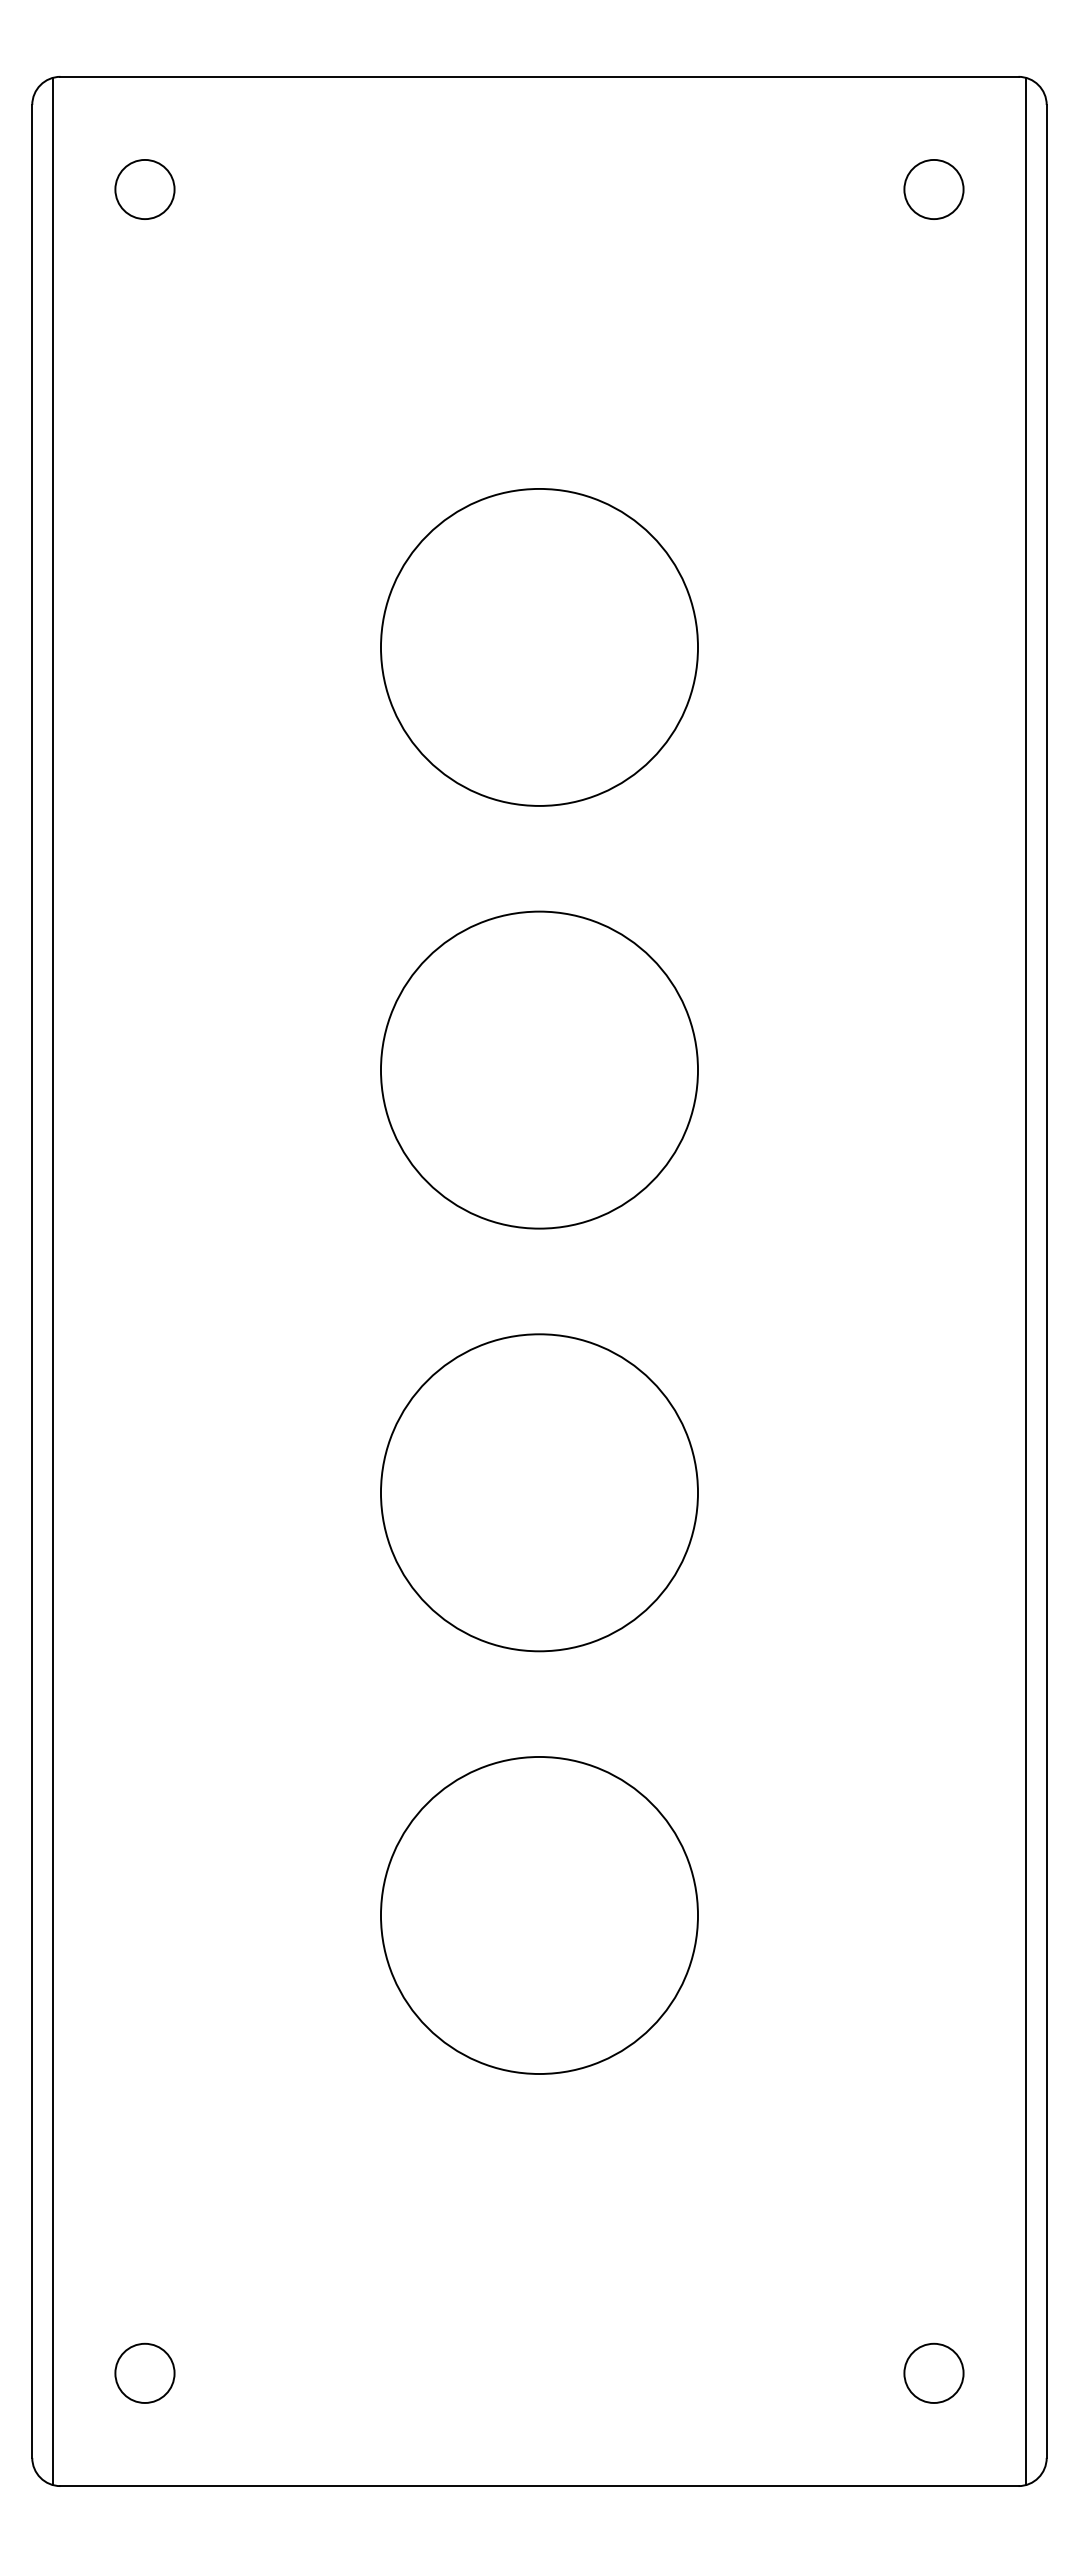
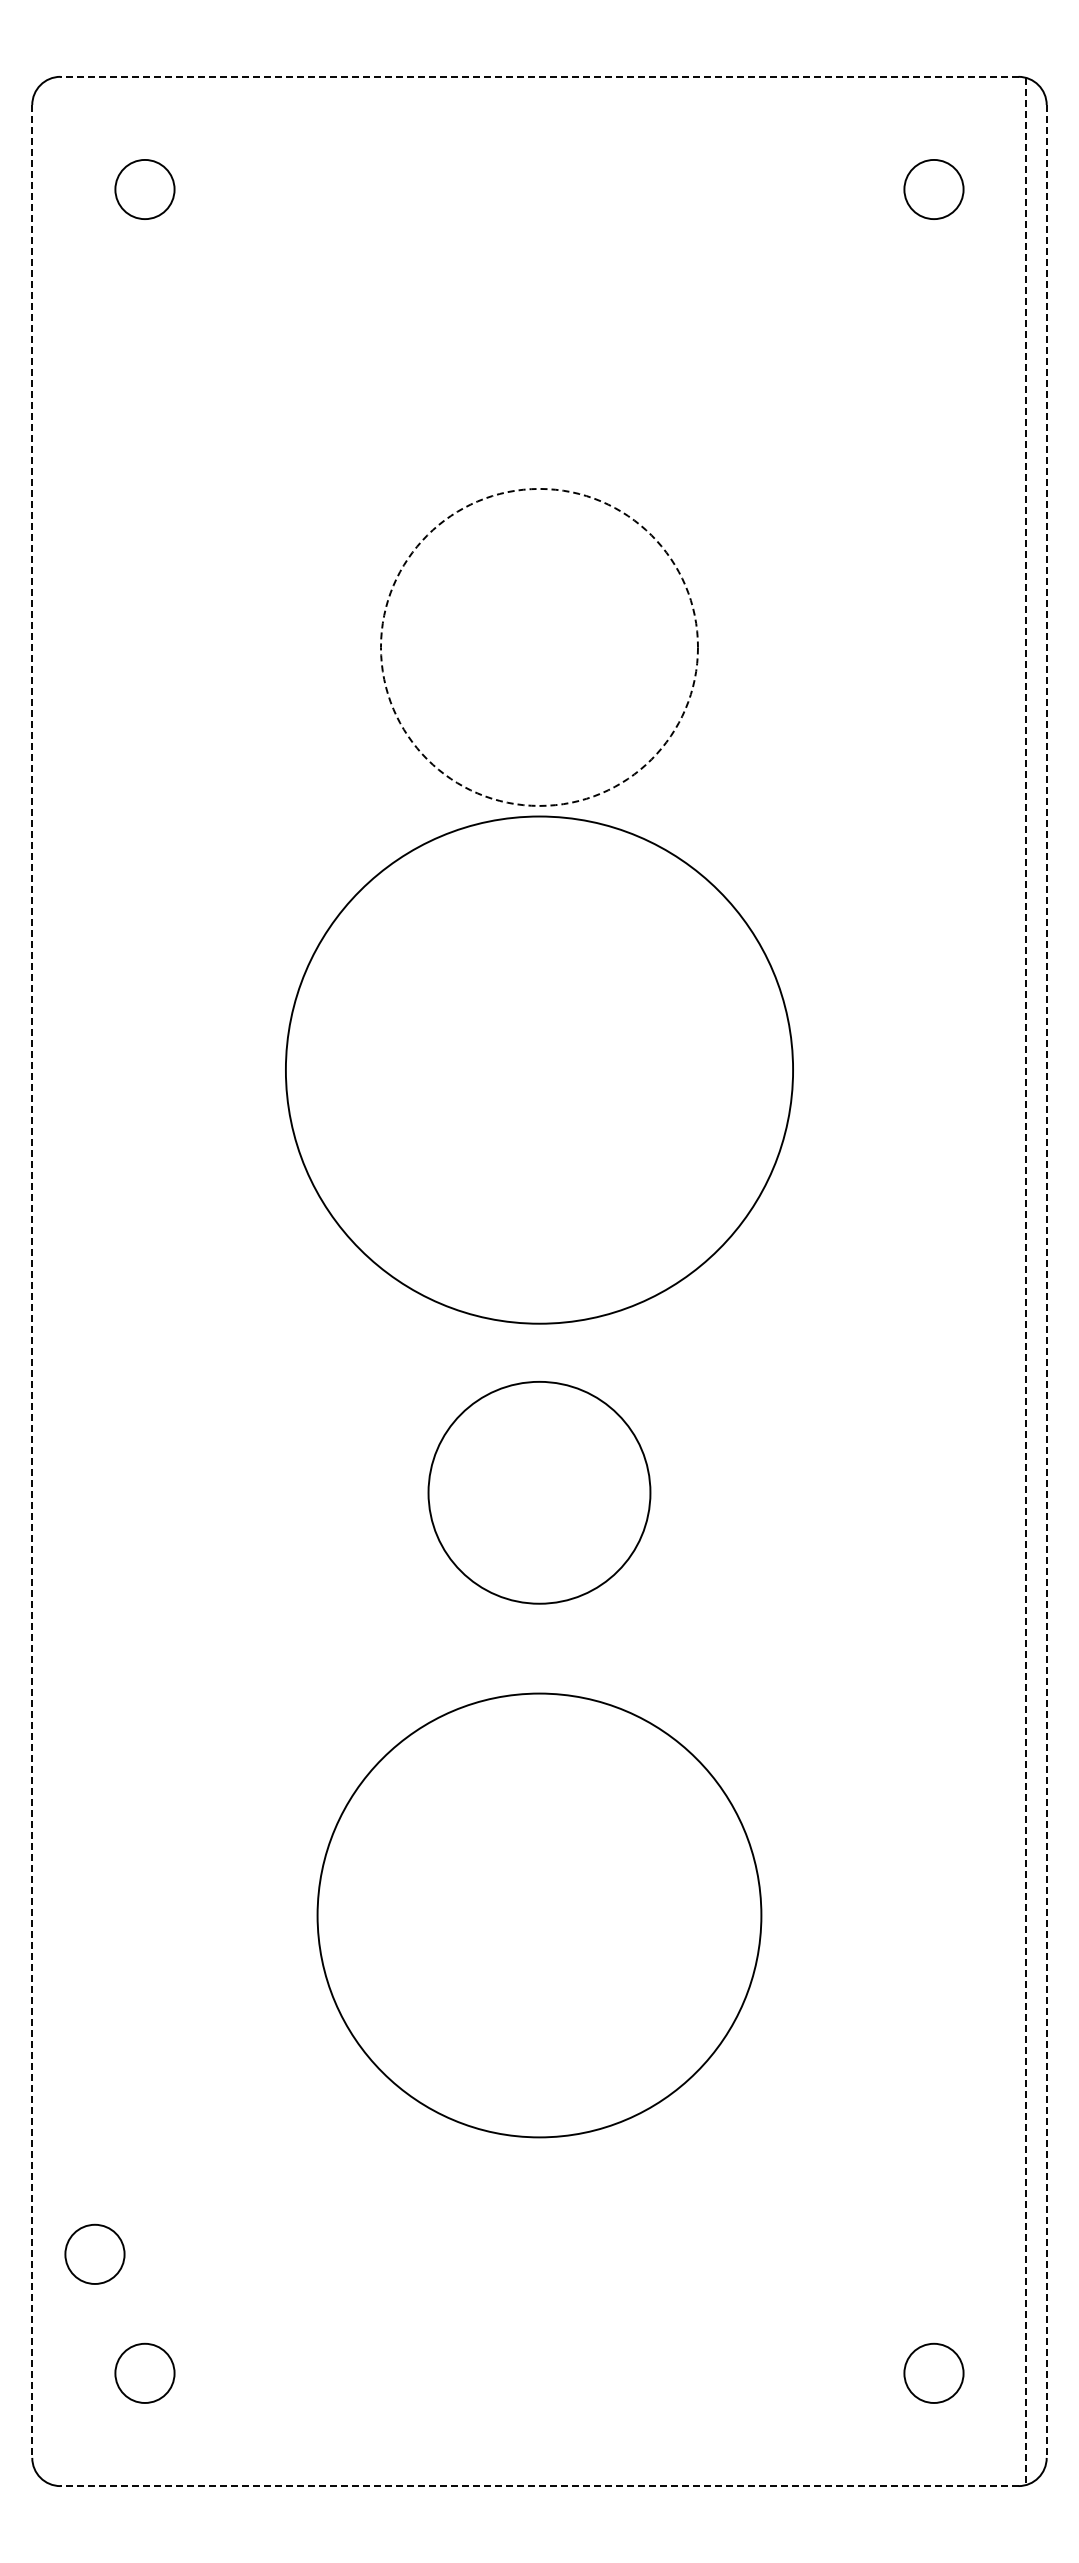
line at (538, 76): solid -> dashed
circle at (539, 646): solid -> dashed
circle at (539, 1069) diameter: 317 px -> 507 px
line at (32, 1281): solid -> dashed
line at (53, 1281): present -> none
line at (1025, 1281): solid -> dashed
line at (1046, 1281): solid -> dashed
circle at (539, 1492) diameter: 317 px -> 222 px
circle at (539, 1914) diameter: 317 px -> 444 px
circle at (94, 2253): none -> present
line at (538, 2486): solid -> dashed
